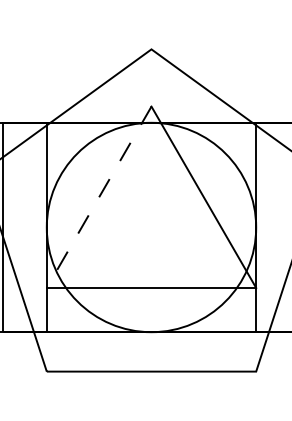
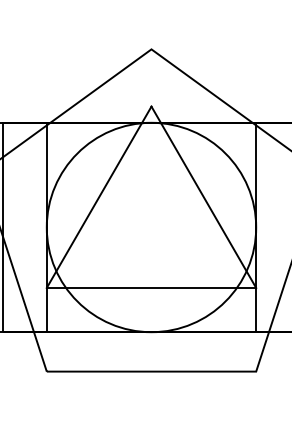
line at (99, 197): dashed -> solid
